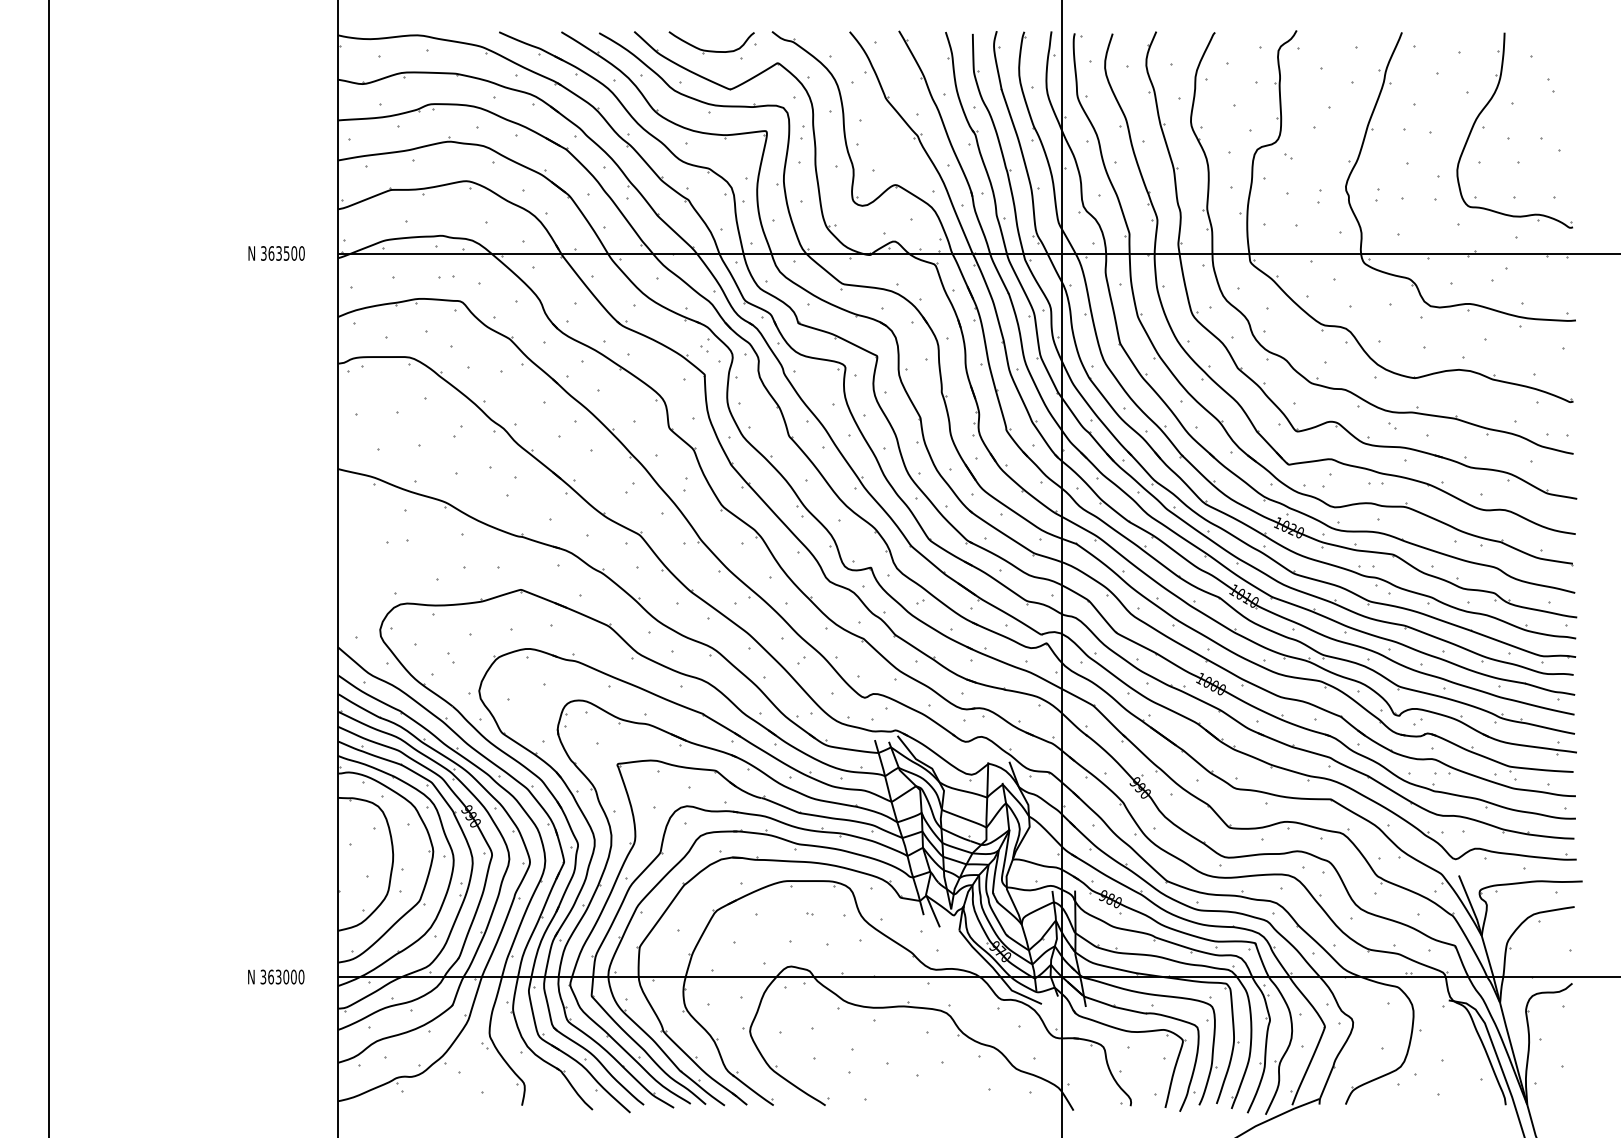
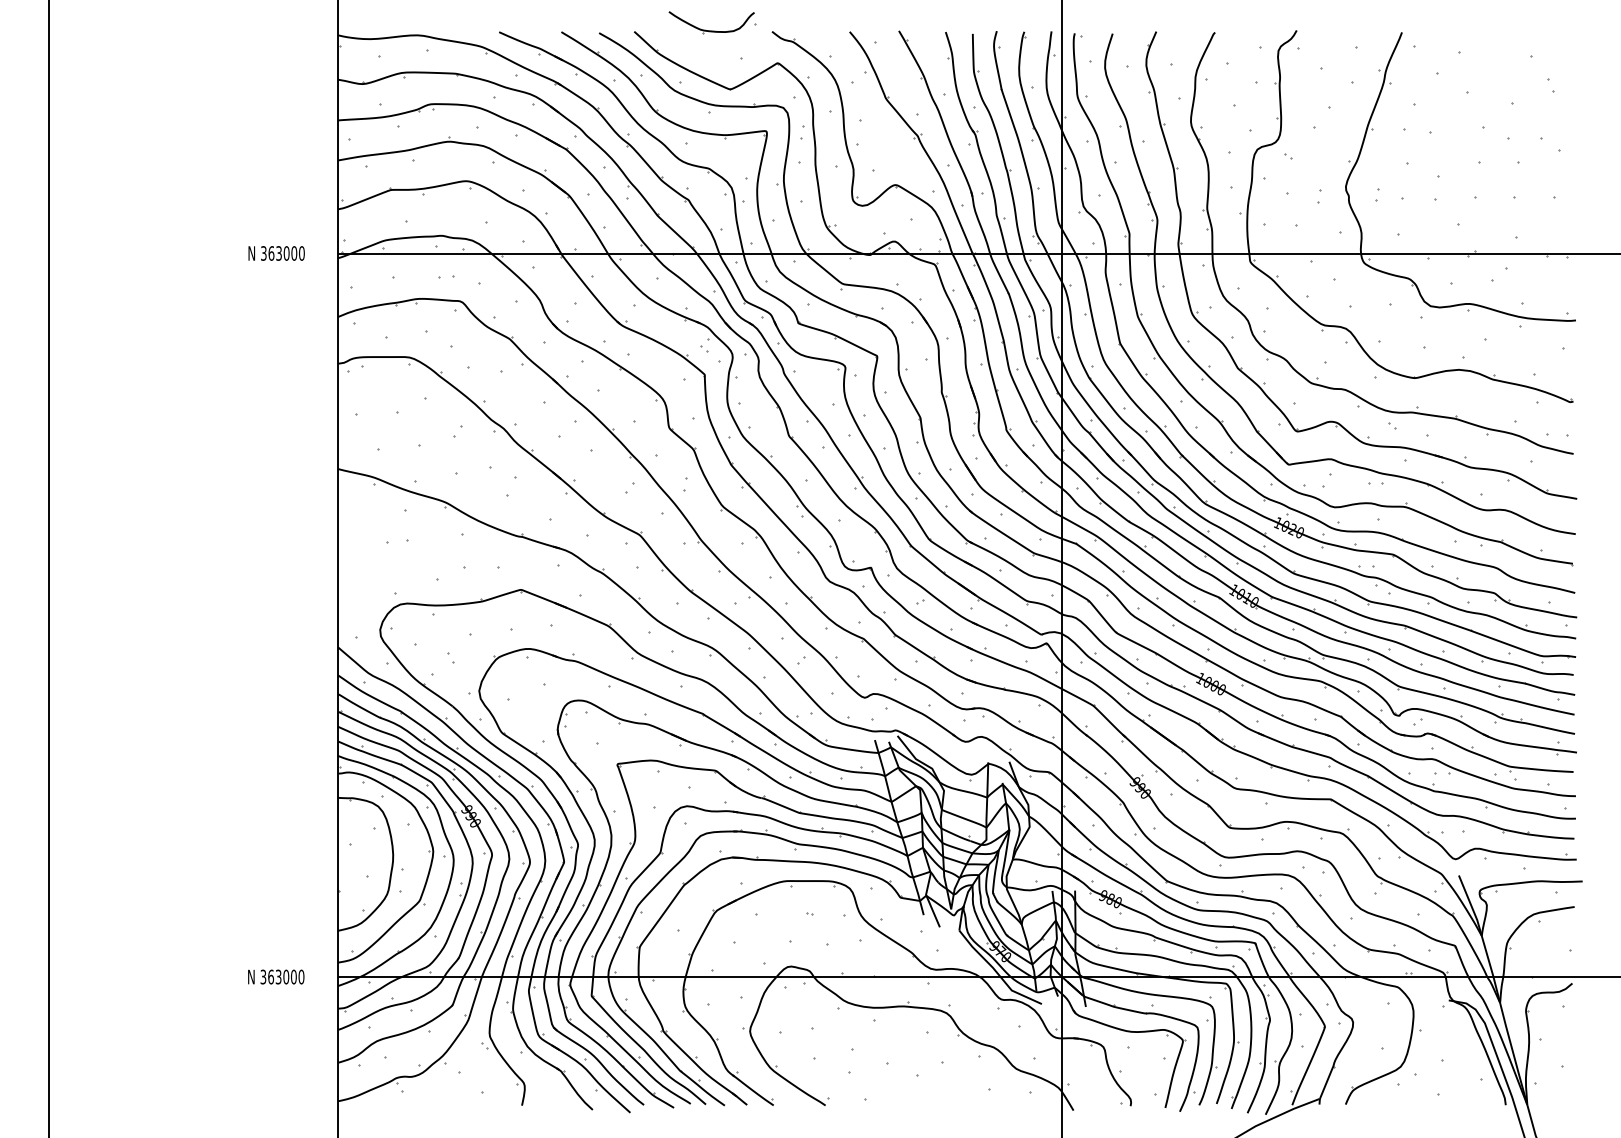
part at (712, 50) position: (712, 50) -> (712, 30)
part at (1485, 108): present -> none
text at (286, 253): 363500 -> 363000
